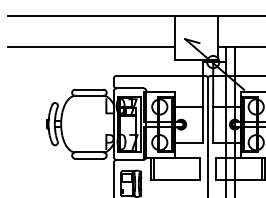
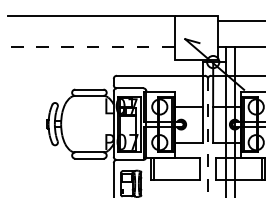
line at (240, 15) position: (240, 15) -> (240, 20)
line at (90, 46): solid -> dashed
line at (208, 138): solid -> dashed
